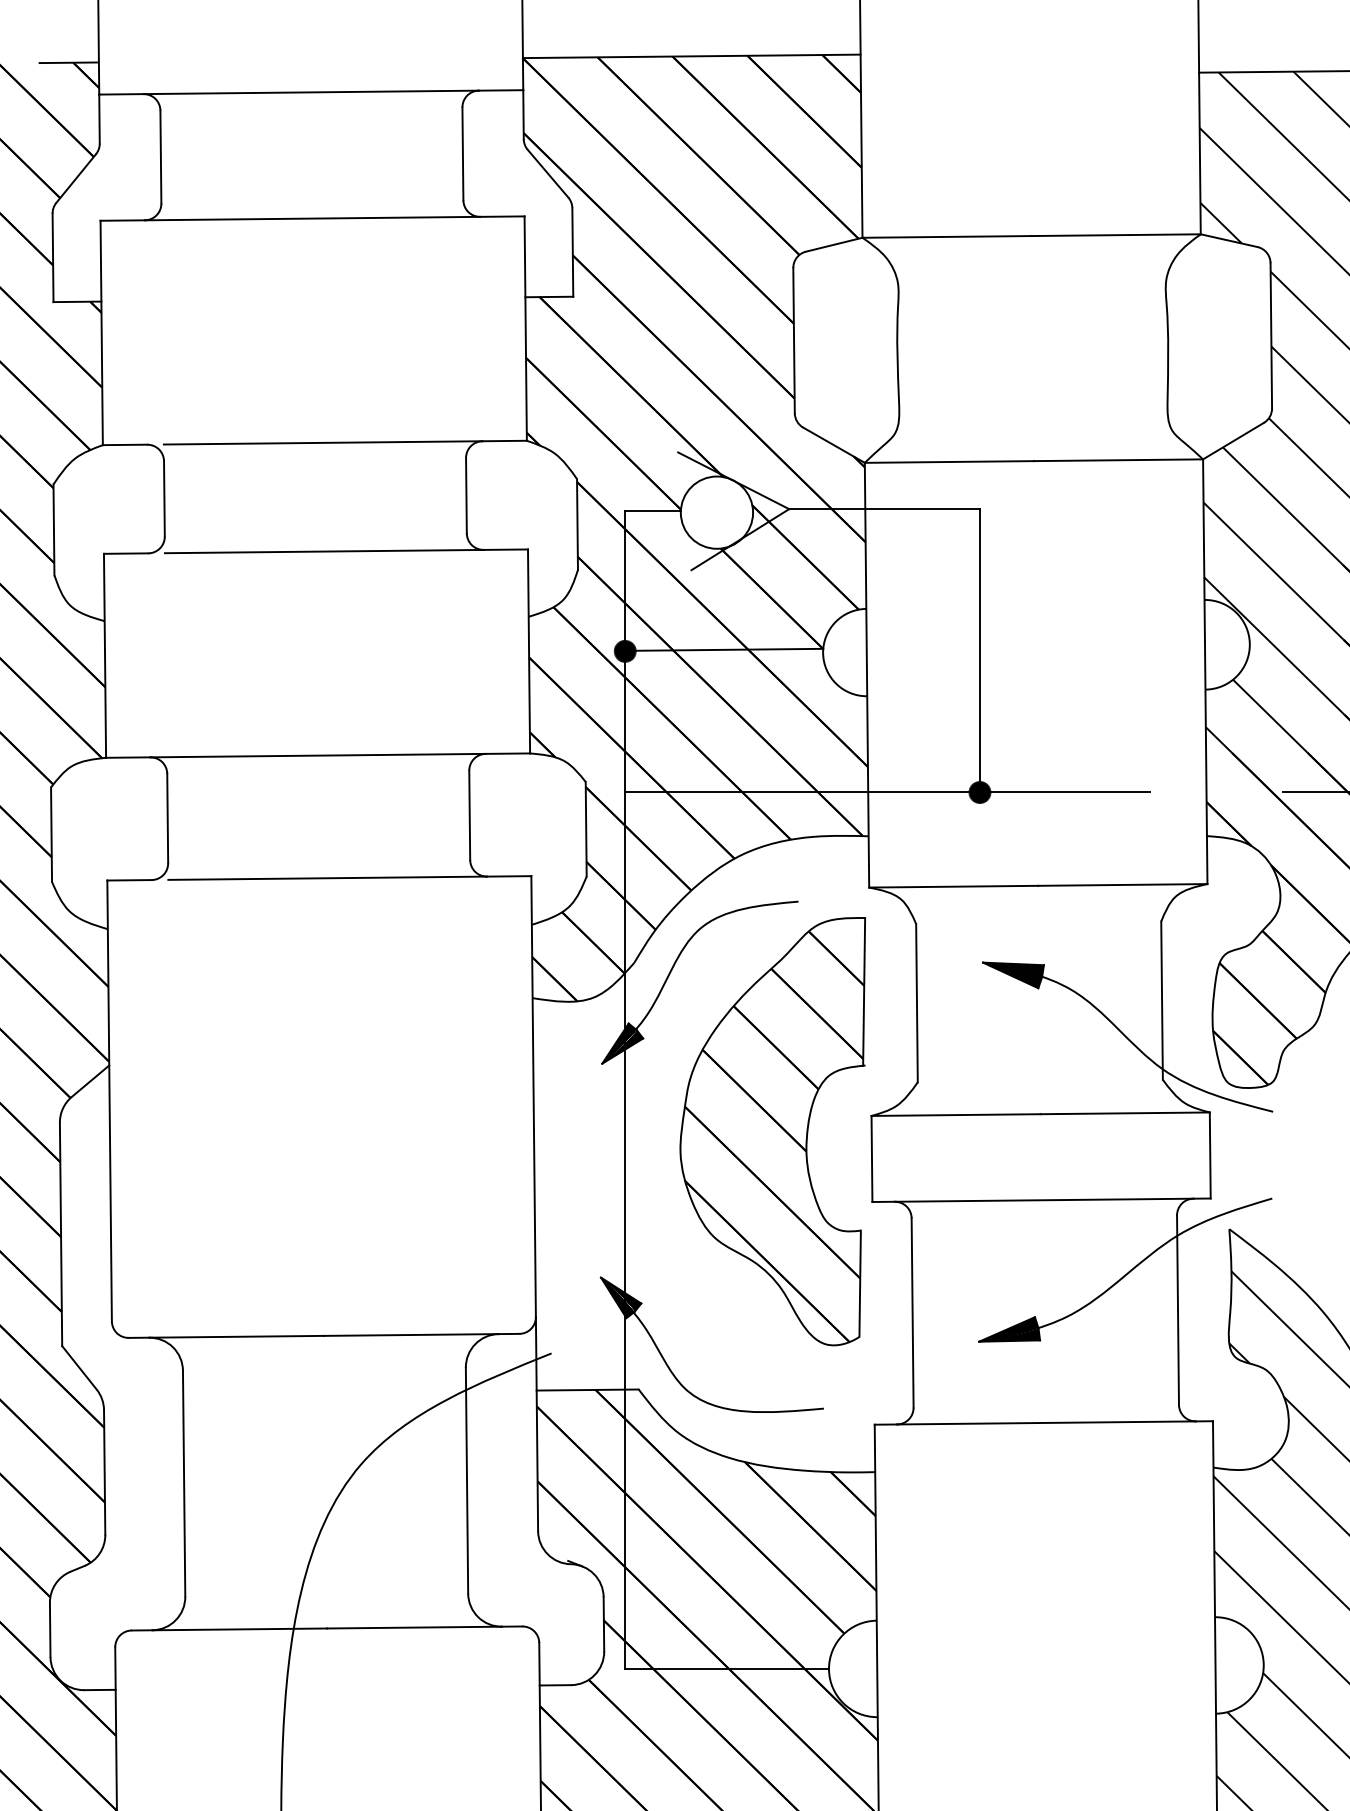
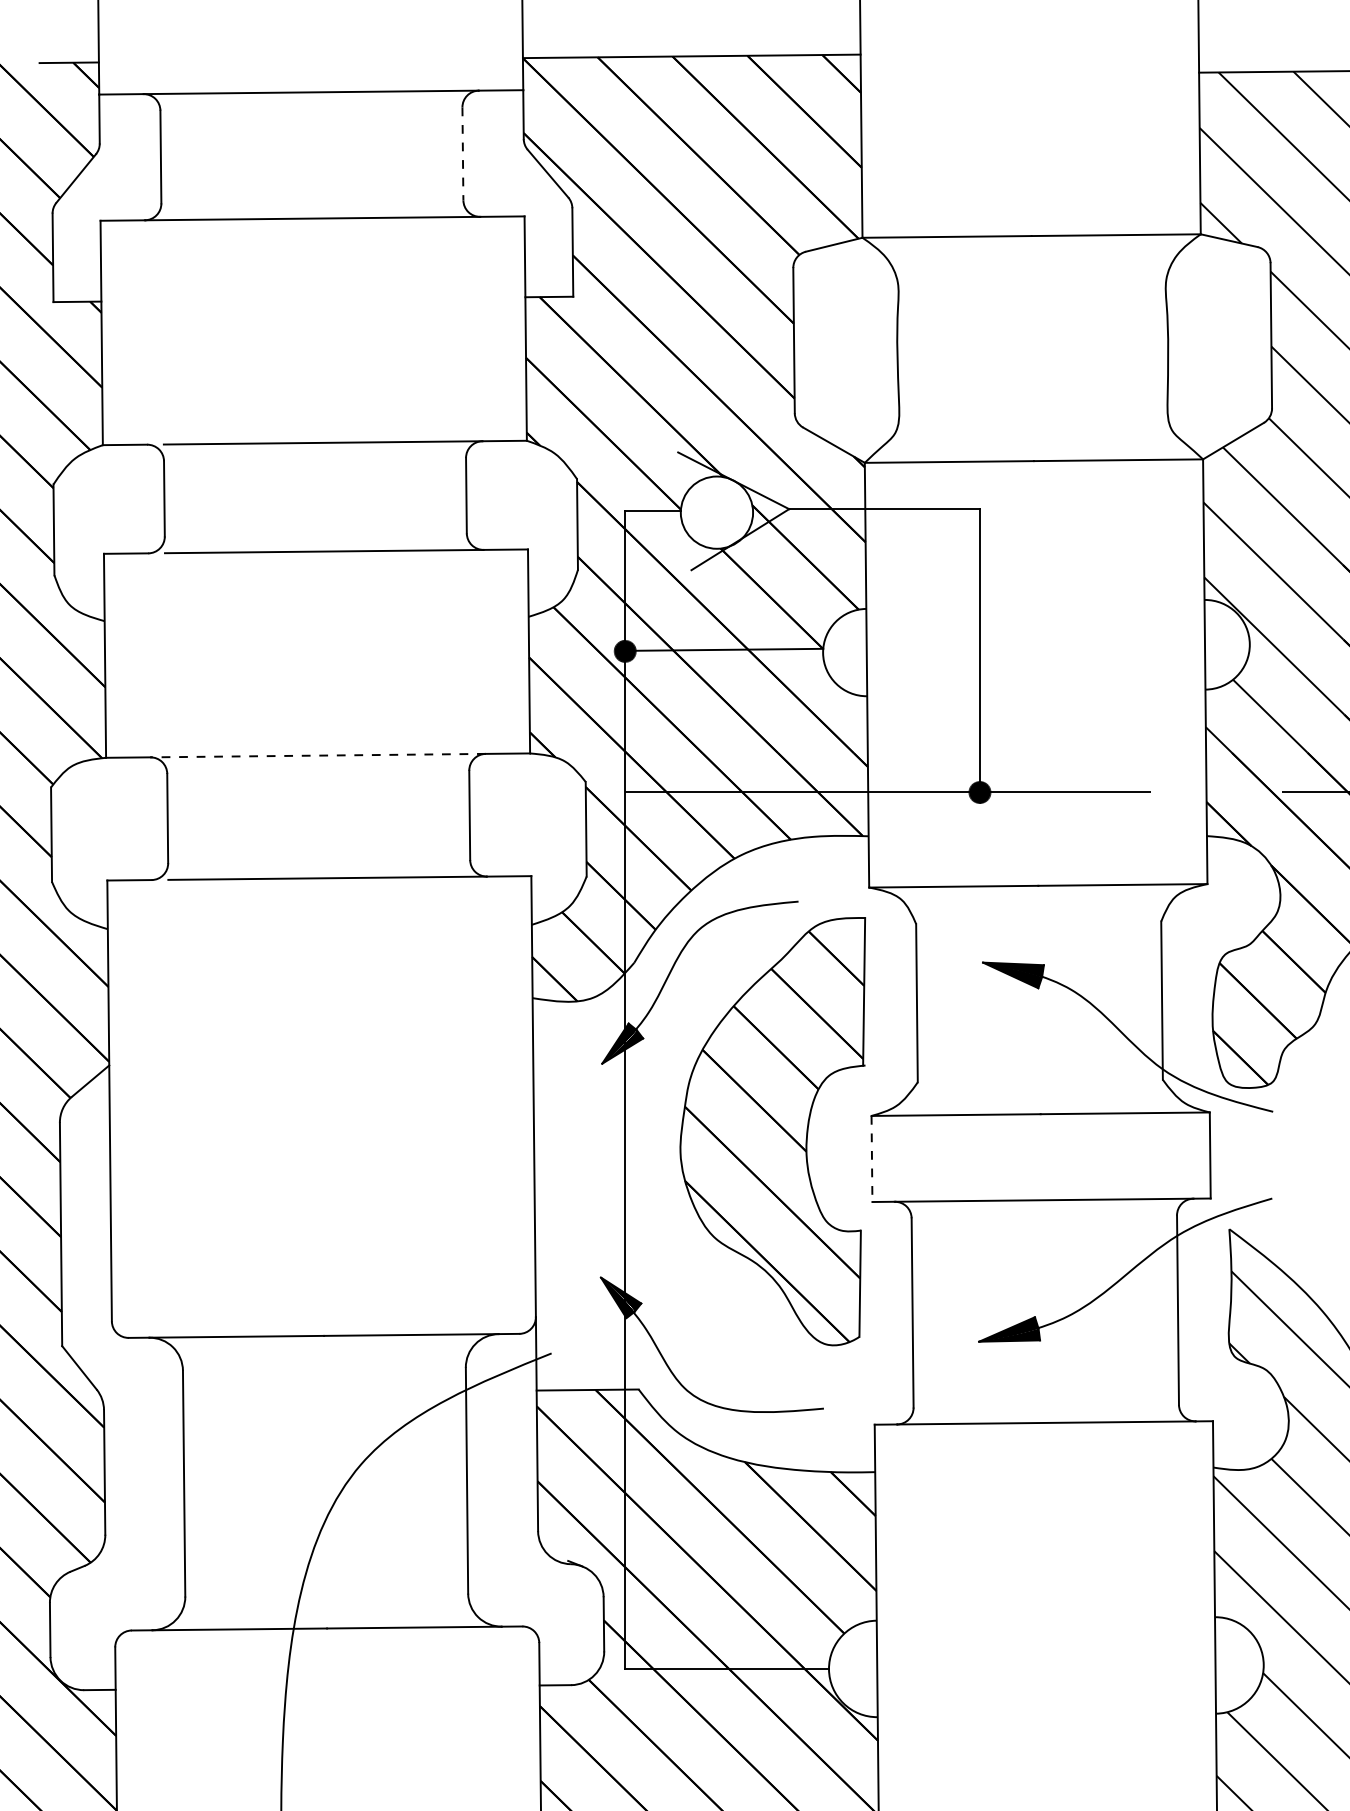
line at (462, 154): solid -> dashed
line at (318, 755): solid -> dashed
line at (871, 1159): solid -> dashed
